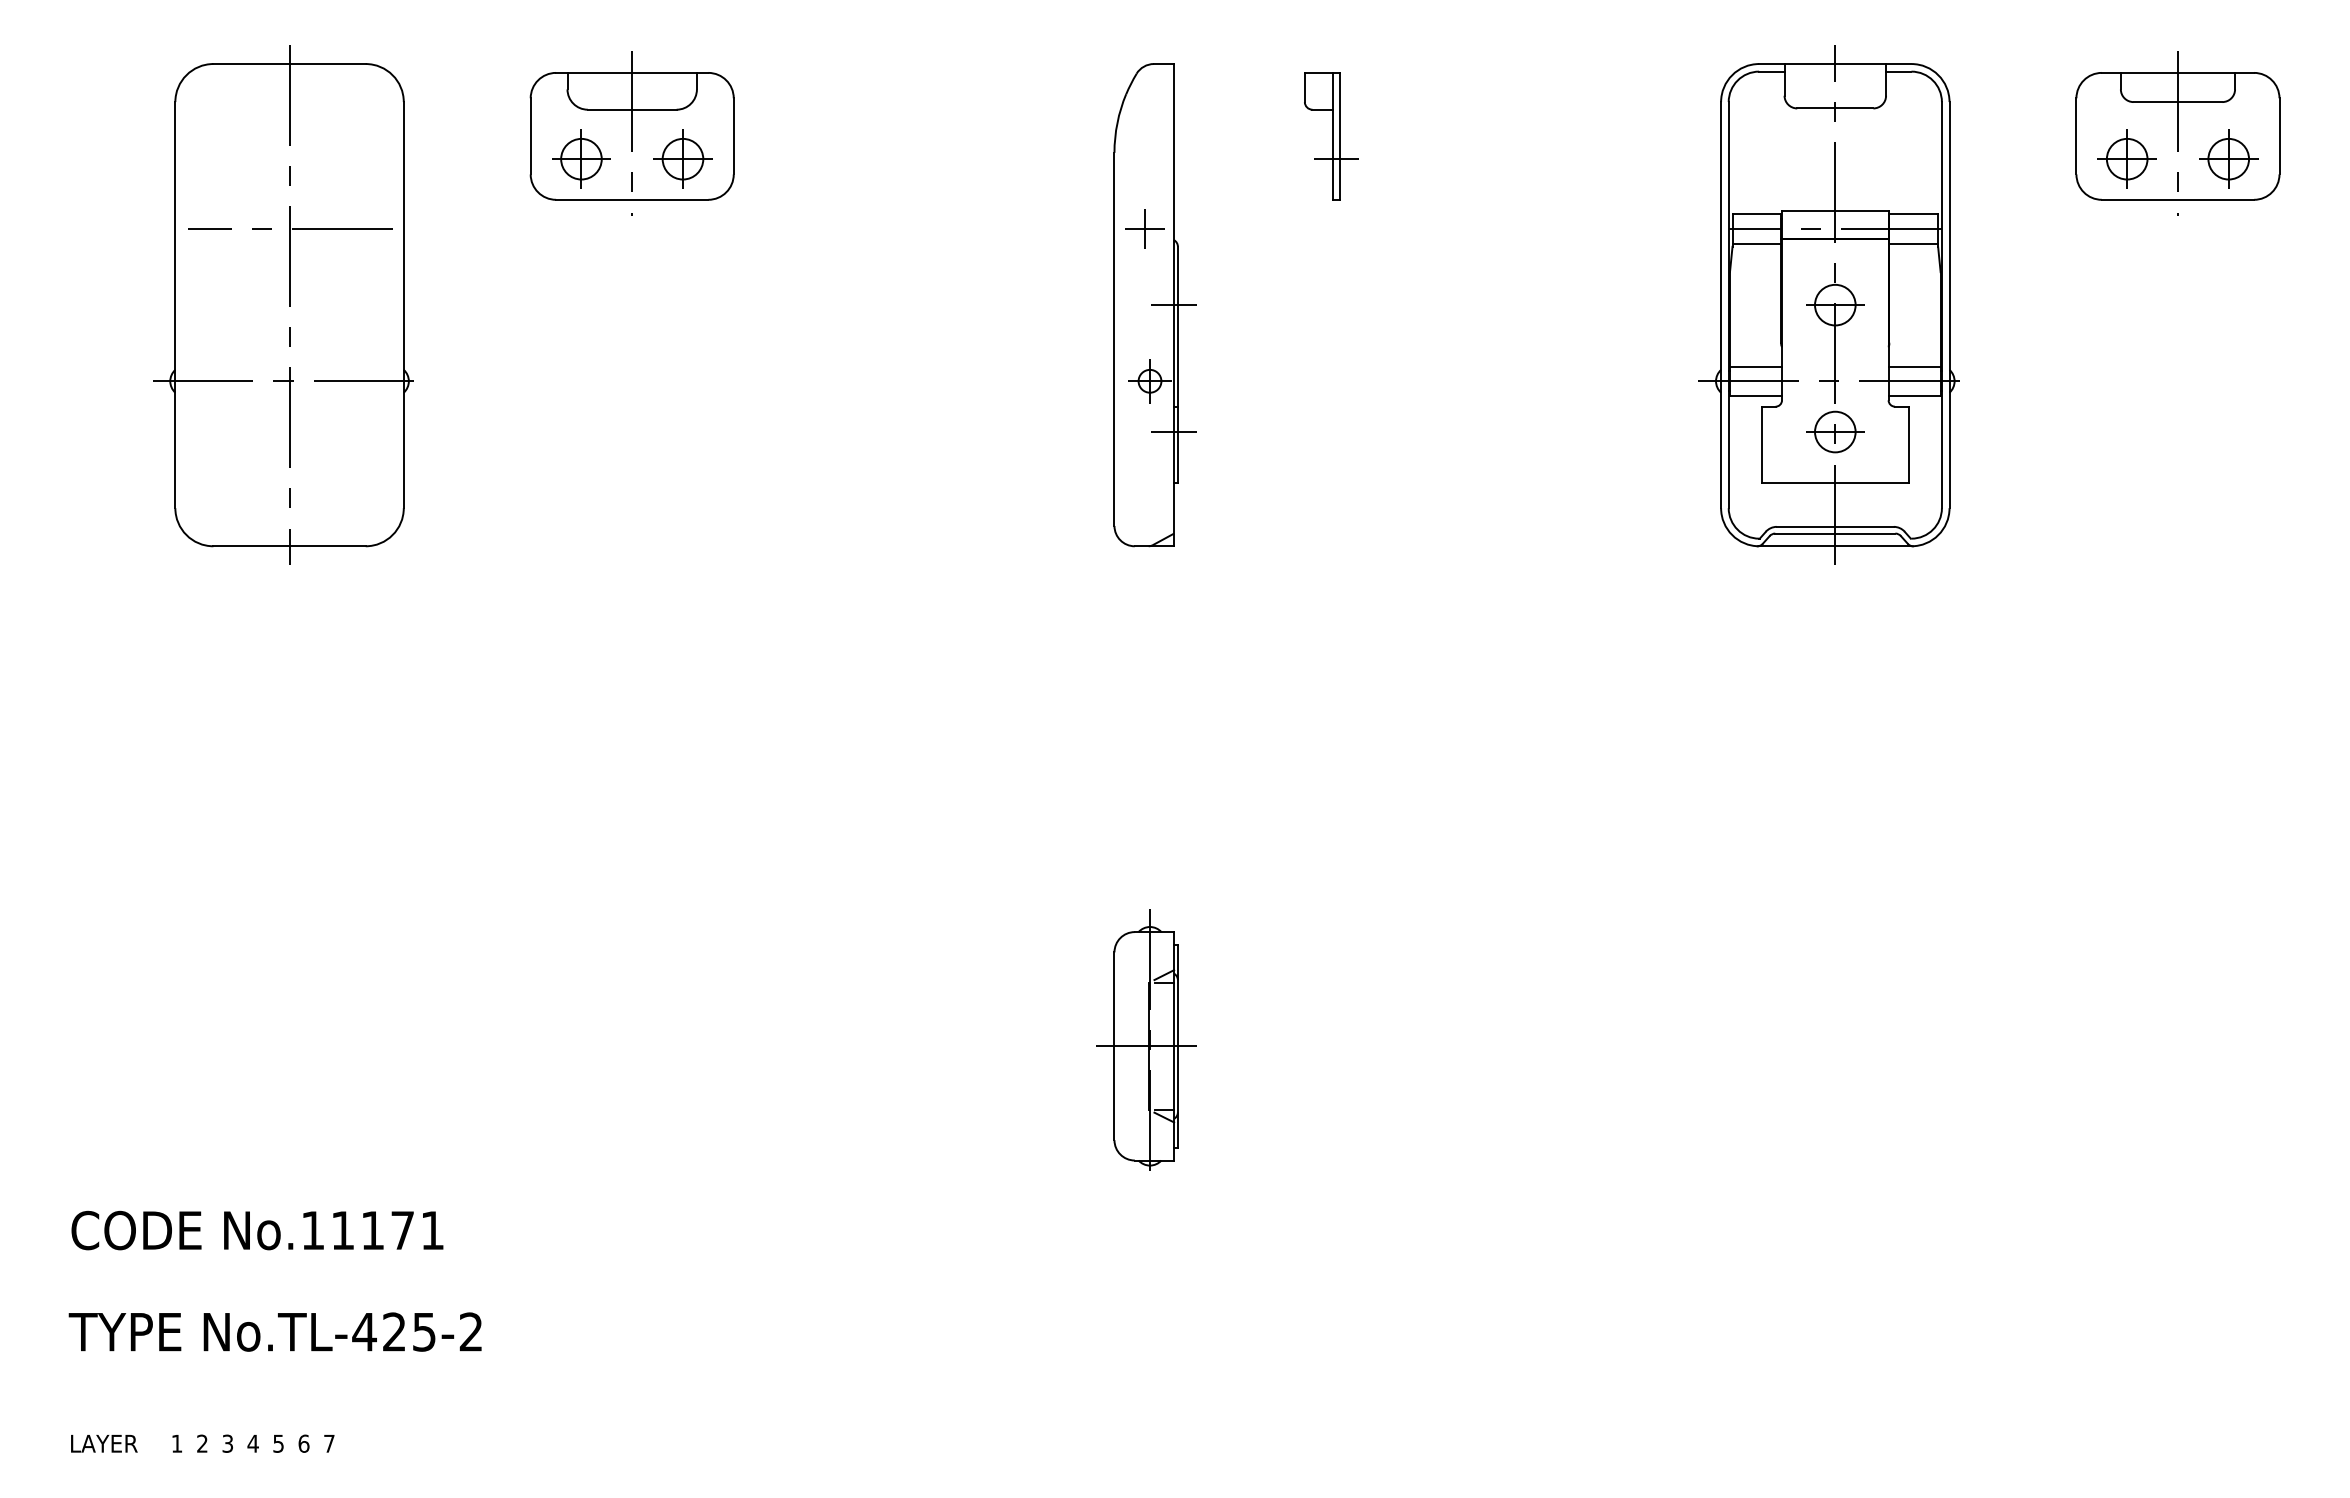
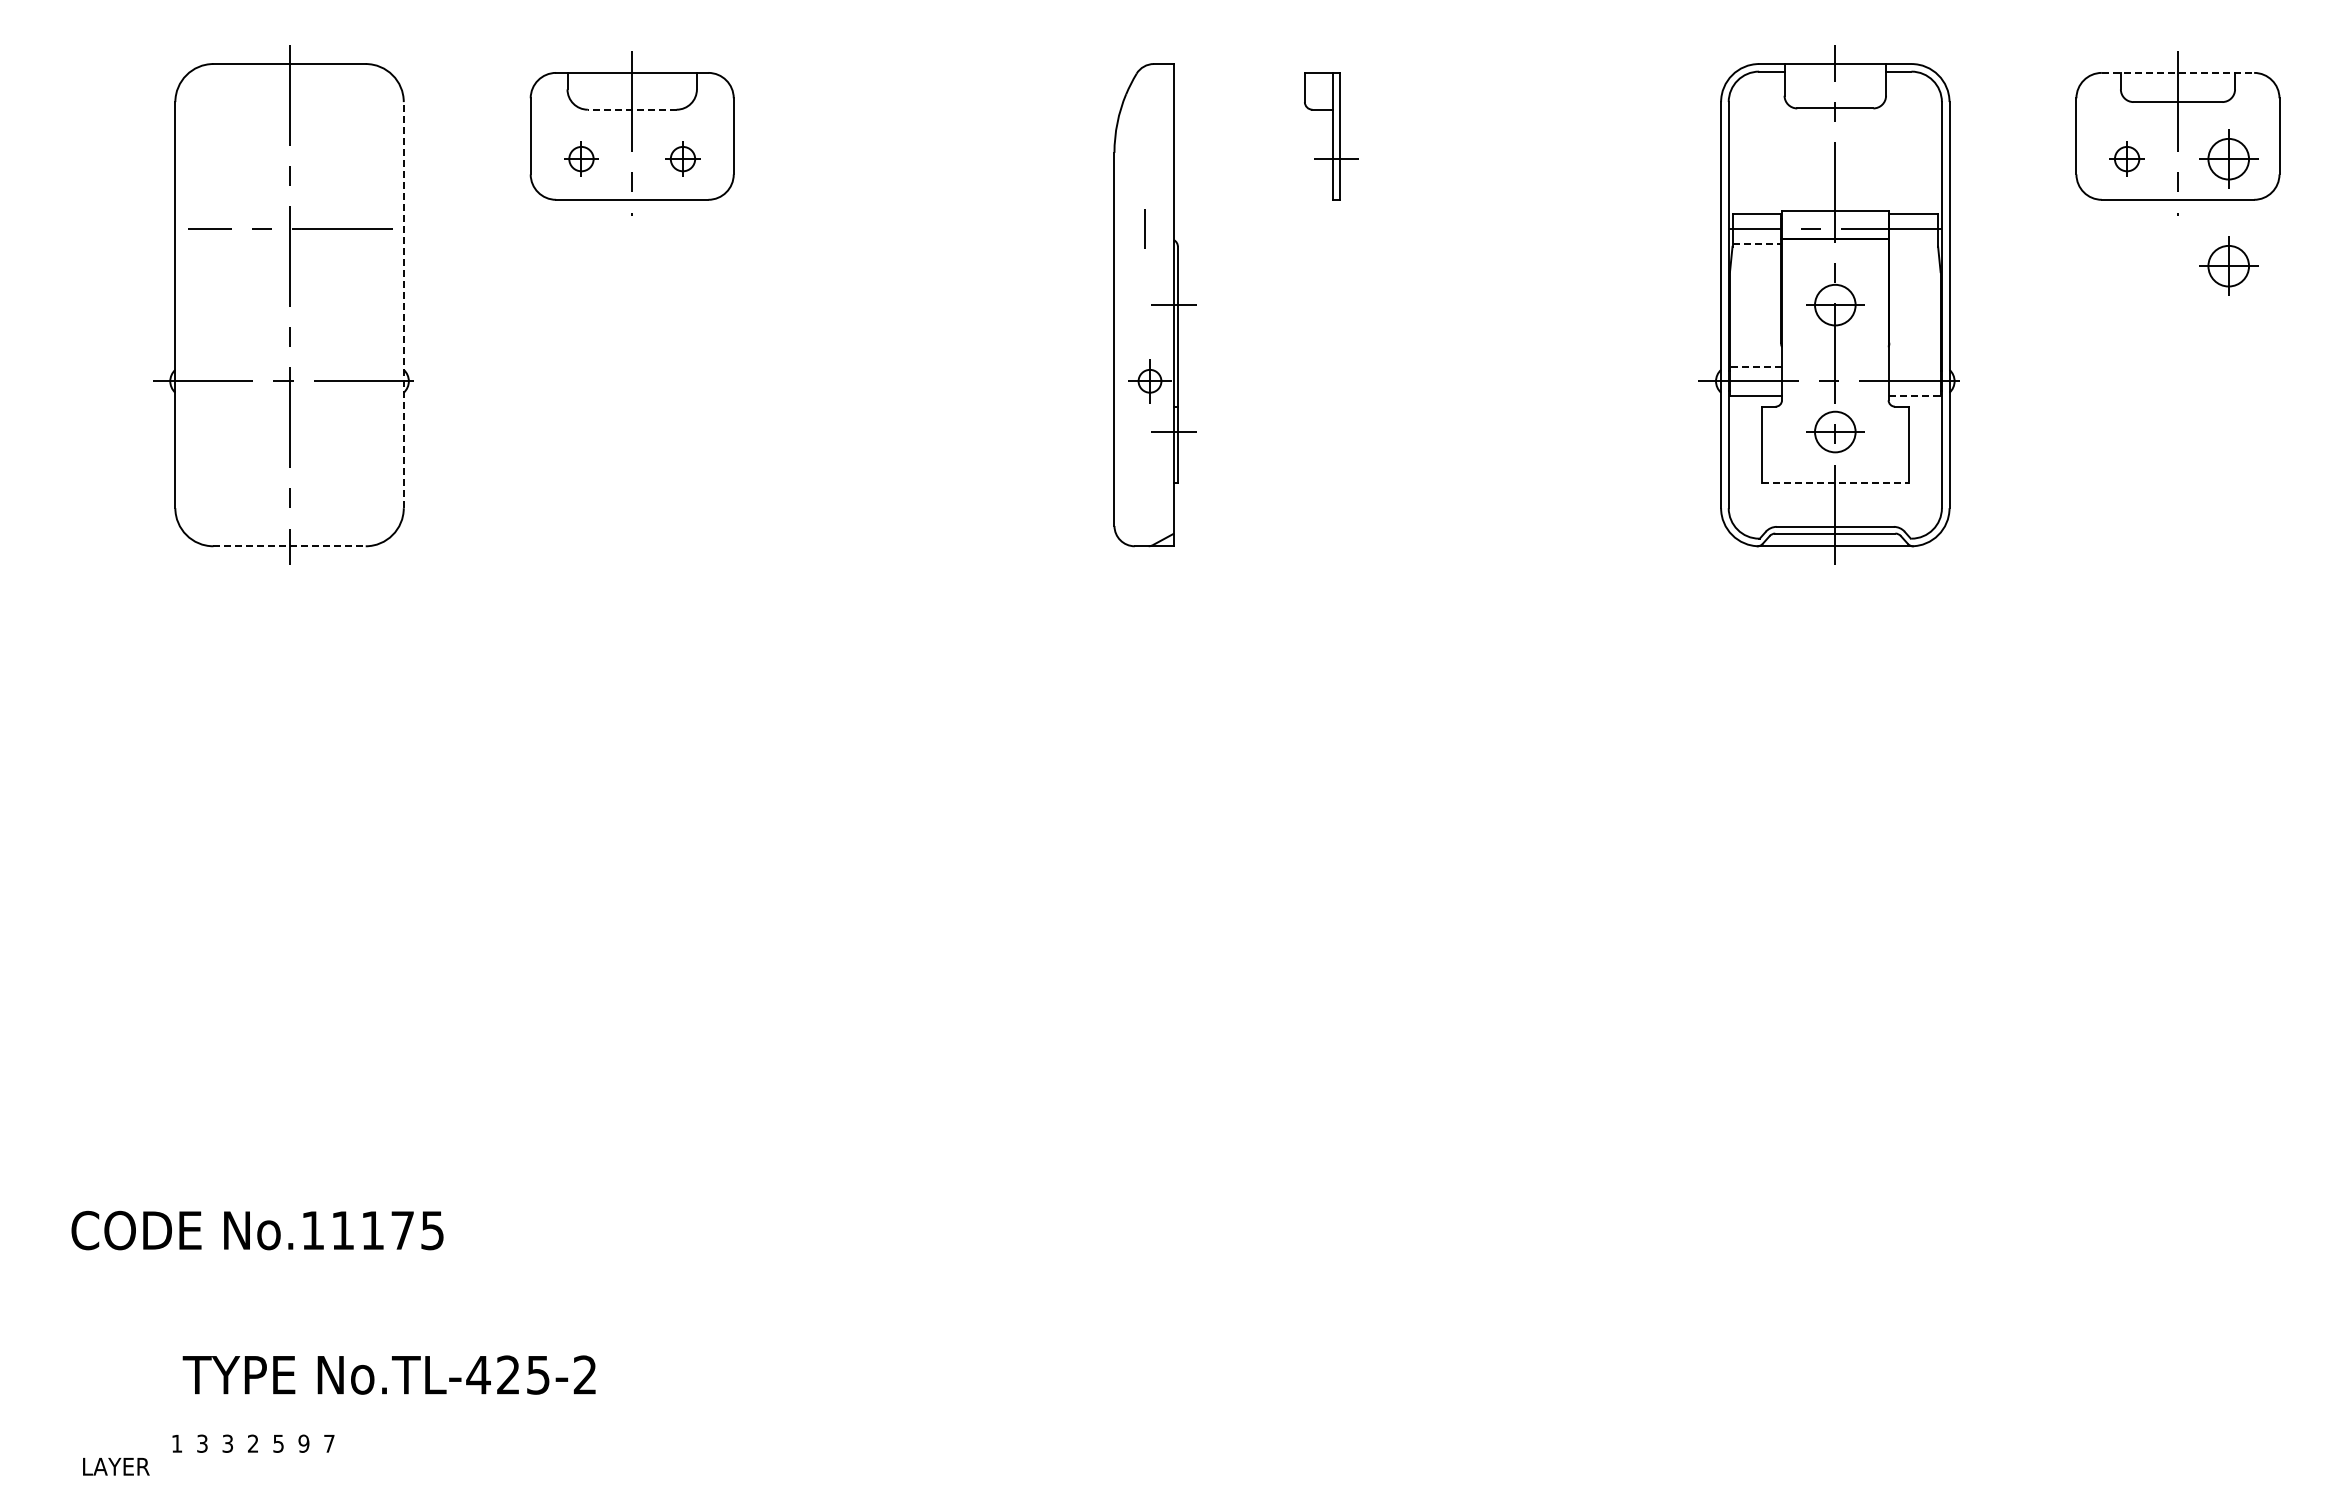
line at (2178, 72): solid -> dashed
line at (631, 109): solid -> dashed
part at (581, 158) size: 59x60 px -> 35x36 px
part at (682, 158) size: 60x60 px -> 36x36 px
part at (2126, 158) size: 60x60 px -> 36x36 px
line at (1144, 229): present -> none
line at (1757, 243): solid -> dashed
line at (1913, 243): present -> none
part at (2228, 265): none -> present
line at (403, 304): solid -> dashed
line at (1755, 366): solid -> dashed
line at (1914, 366): present -> none
line at (1915, 395): solid -> dashed
line at (1835, 482): solid -> dashed
line at (290, 546): solid -> dashed
part at (1146, 1039): present -> none
text at (432, 1230): No.11171 -> No.11175
text at (274, 1331) position: (274, 1331) -> (388, 1374)
text at (104, 1443) position: (104, 1443) -> (116, 1466)
text at (202, 1443): 2 -> 3
text at (252, 1443): 4 -> 2
text at (303, 1443): 6 -> 9
